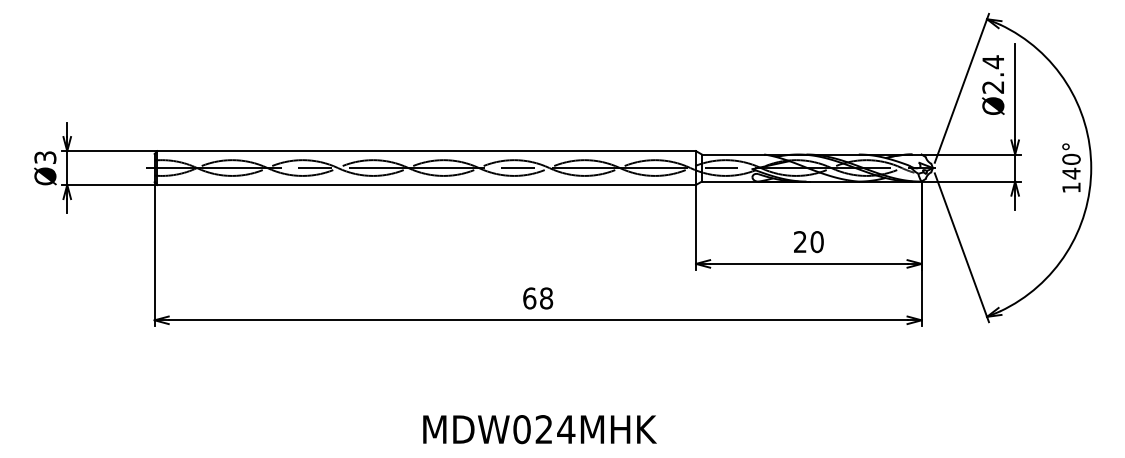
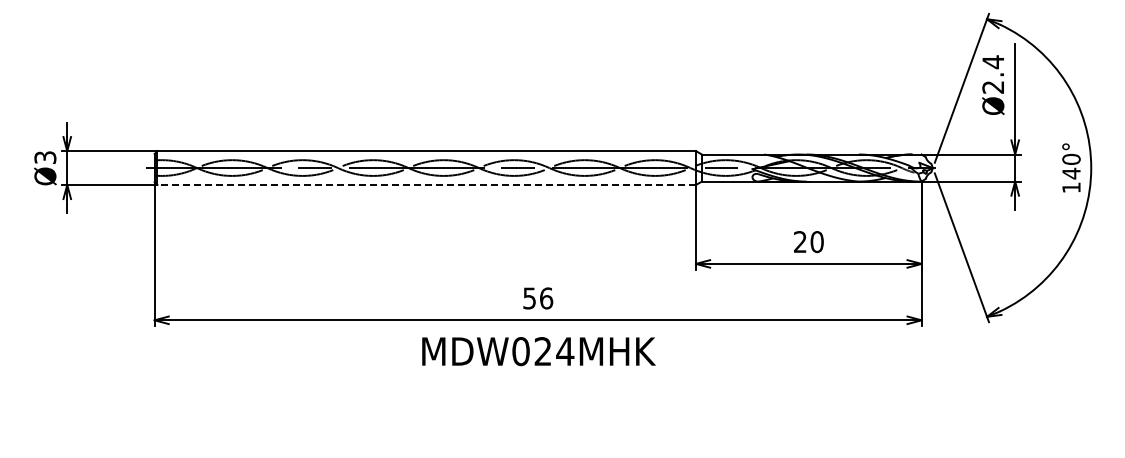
line at (426, 184): solid -> dashed
text at (538, 298): 68 -> 56
text at (539, 429) position: (539, 429) -> (538, 351)
